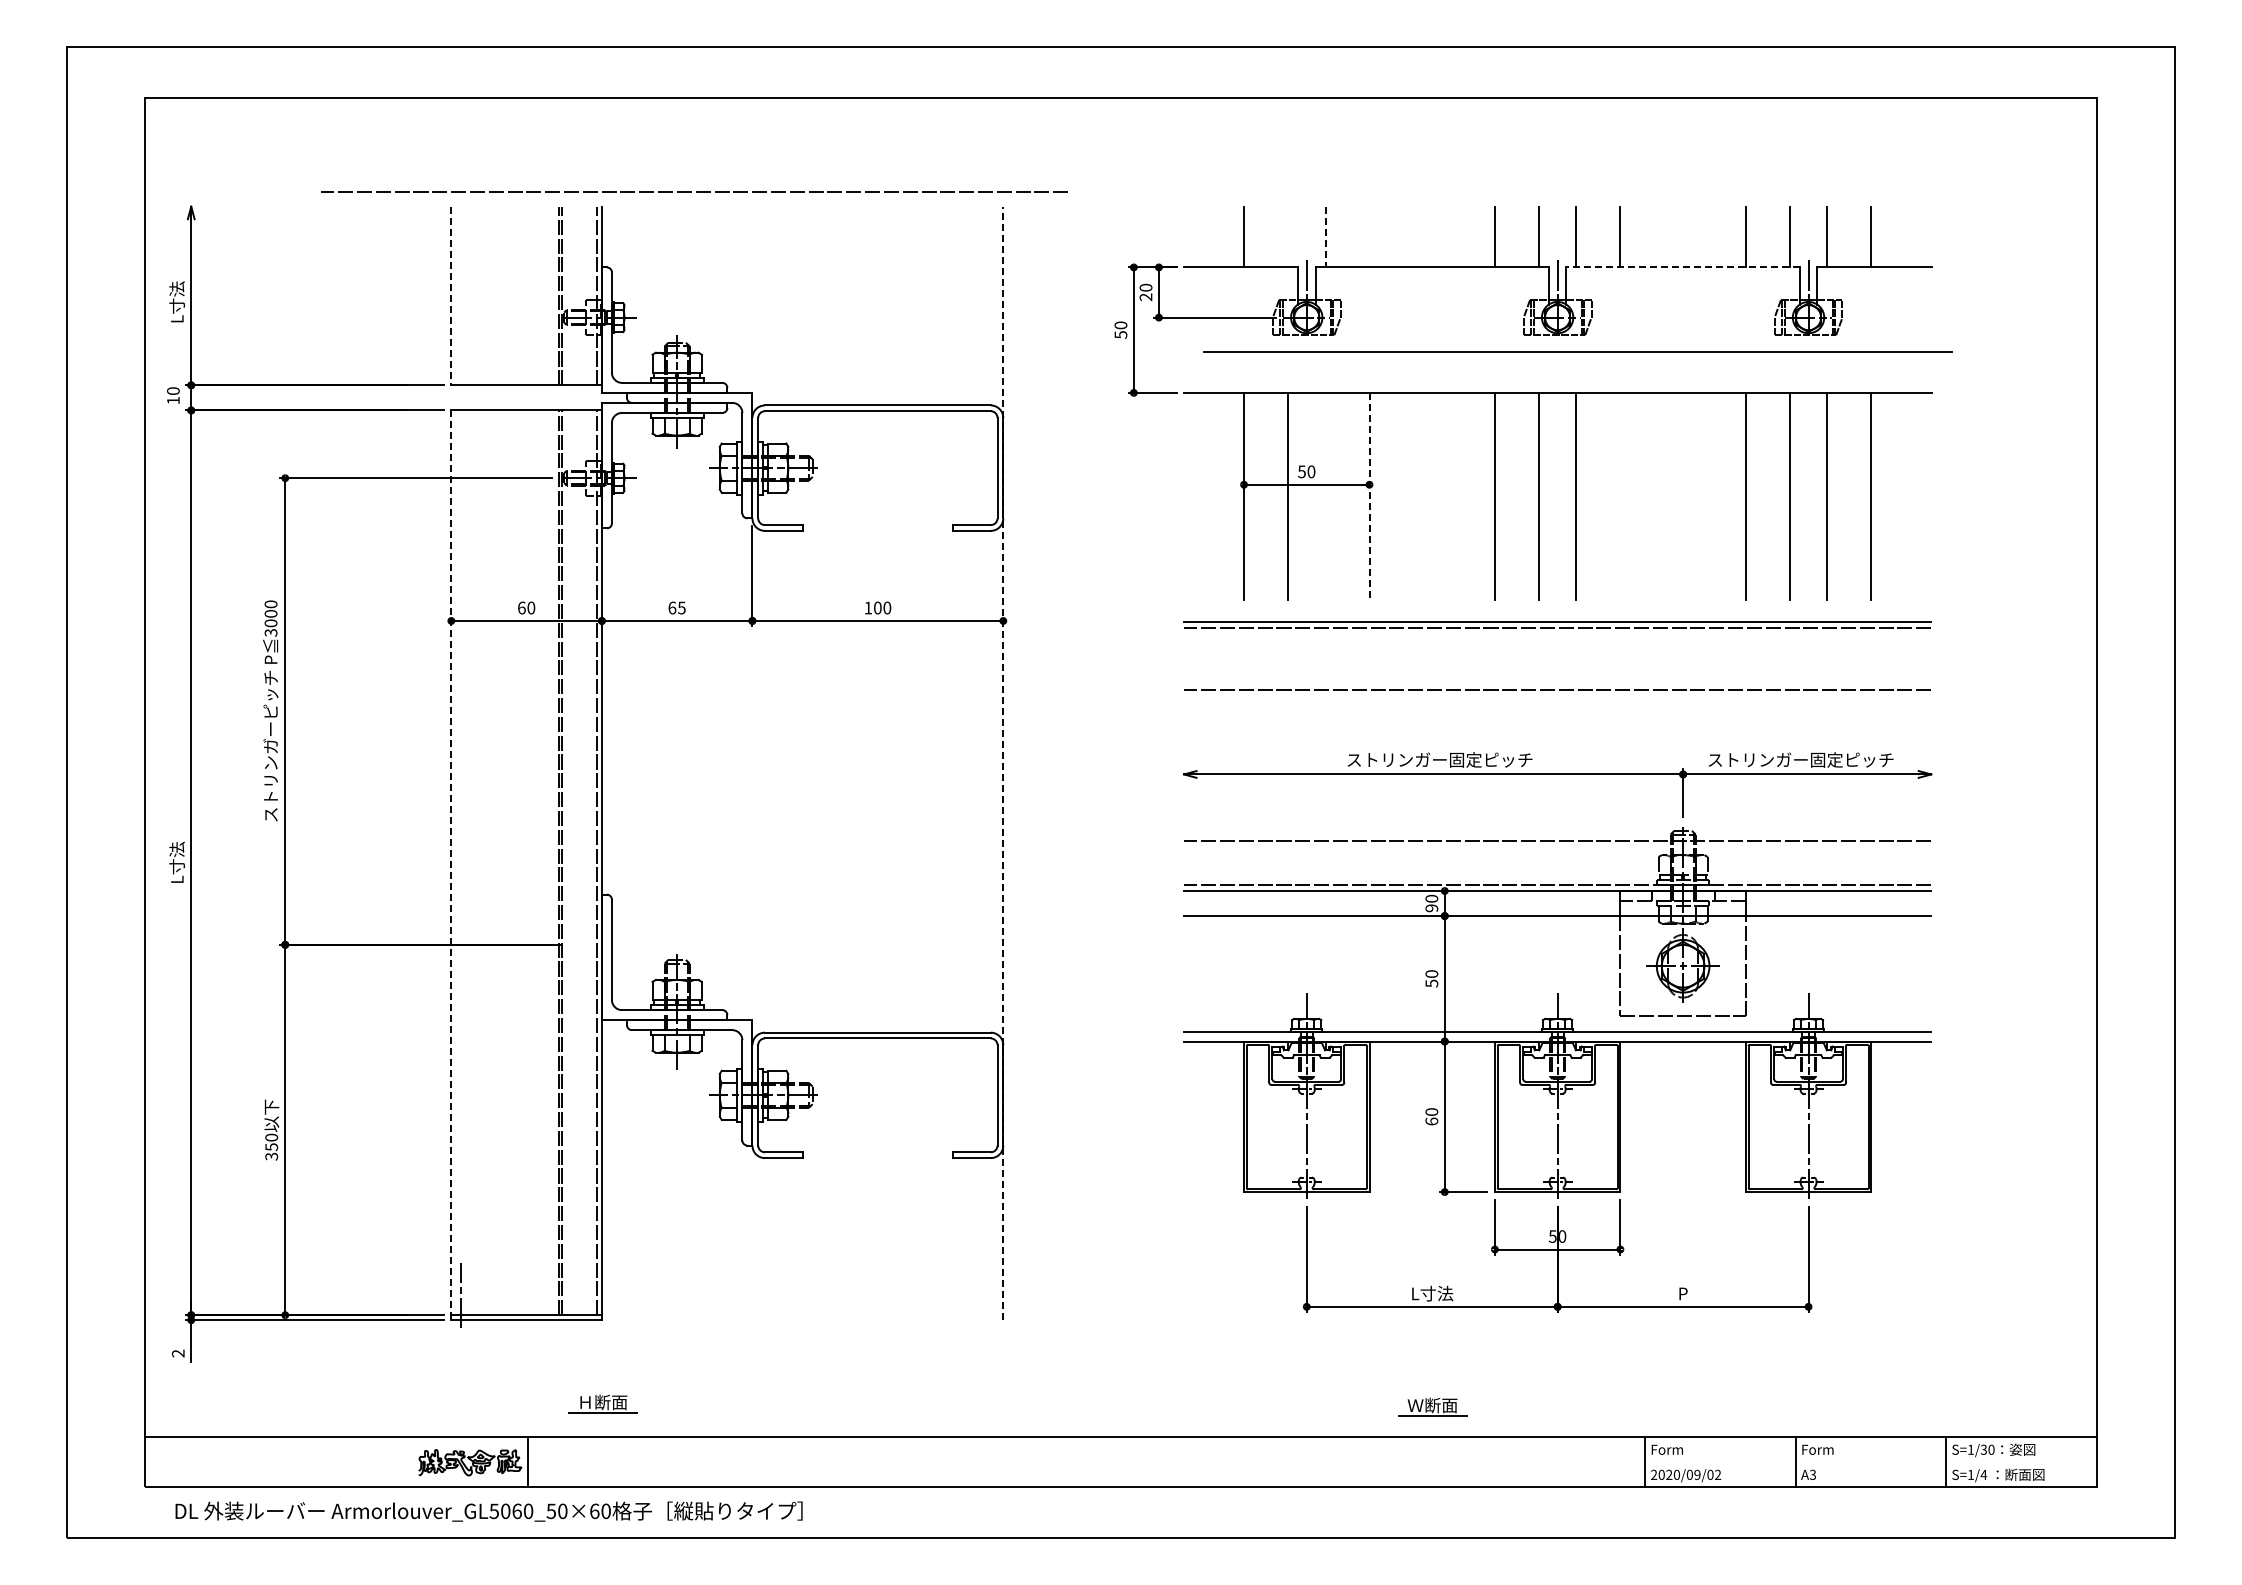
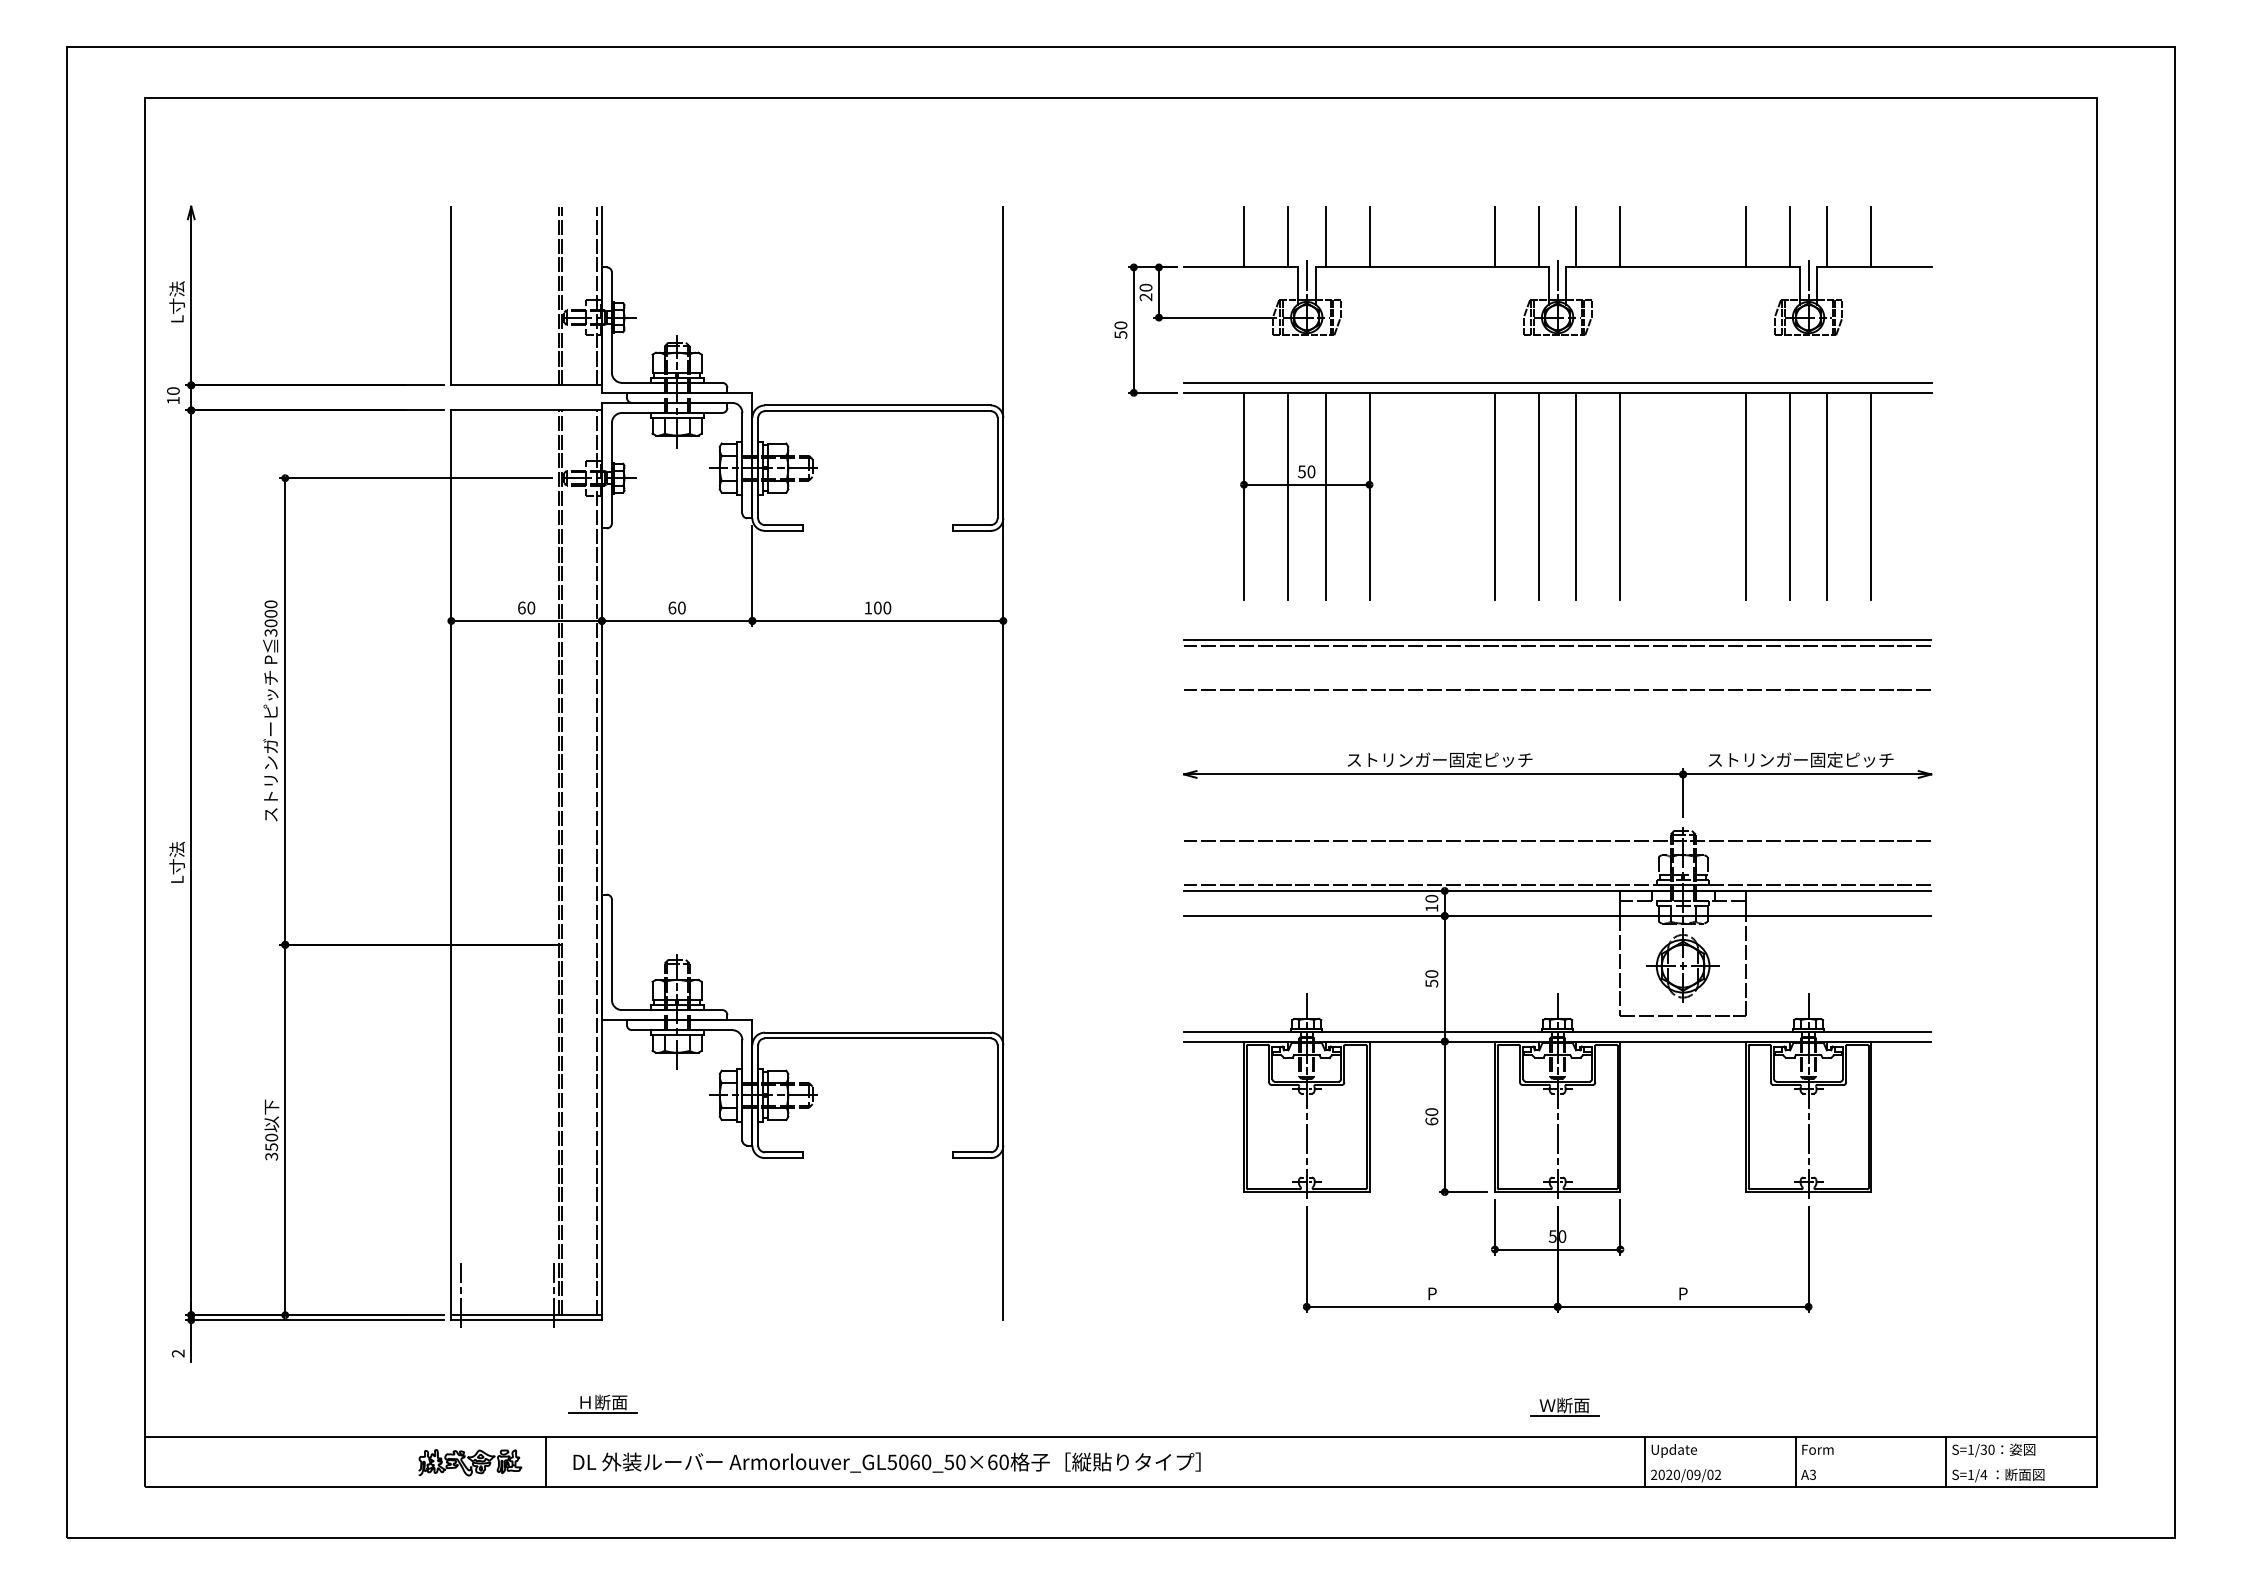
line at (696, 191): present -> none
line at (1287, 236): none -> present
line at (1369, 236): none -> present
line at (1325, 237): dashed -> solid
line at (1683, 267): dashed -> solid
line at (451, 296): dashed -> solid
line at (1577, 351) position: (1577, 351) -> (1557, 382)
line at (1325, 495): none -> present
line at (1620, 495): none -> present
line at (1369, 496): dashed -> solid
text at (681, 607): 65 -> 60
part at (1557, 624) position: (1557, 624) -> (1557, 642)
line at (1003, 763): dashed -> solid
line at (451, 865): dashed -> solid
text at (1431, 908): 90 -> 10
text at (1432, 1293): L寸法 -> P
line at (554, 1295): none -> present
part at (1432, 1406) position: (1432, 1406) -> (1564, 1406)
text at (1674, 1450): Form -> Update
line at (528, 1462) position: (528, 1462) -> (546, 1462)
text at (488, 1511) position: (488, 1511) -> (886, 1462)
